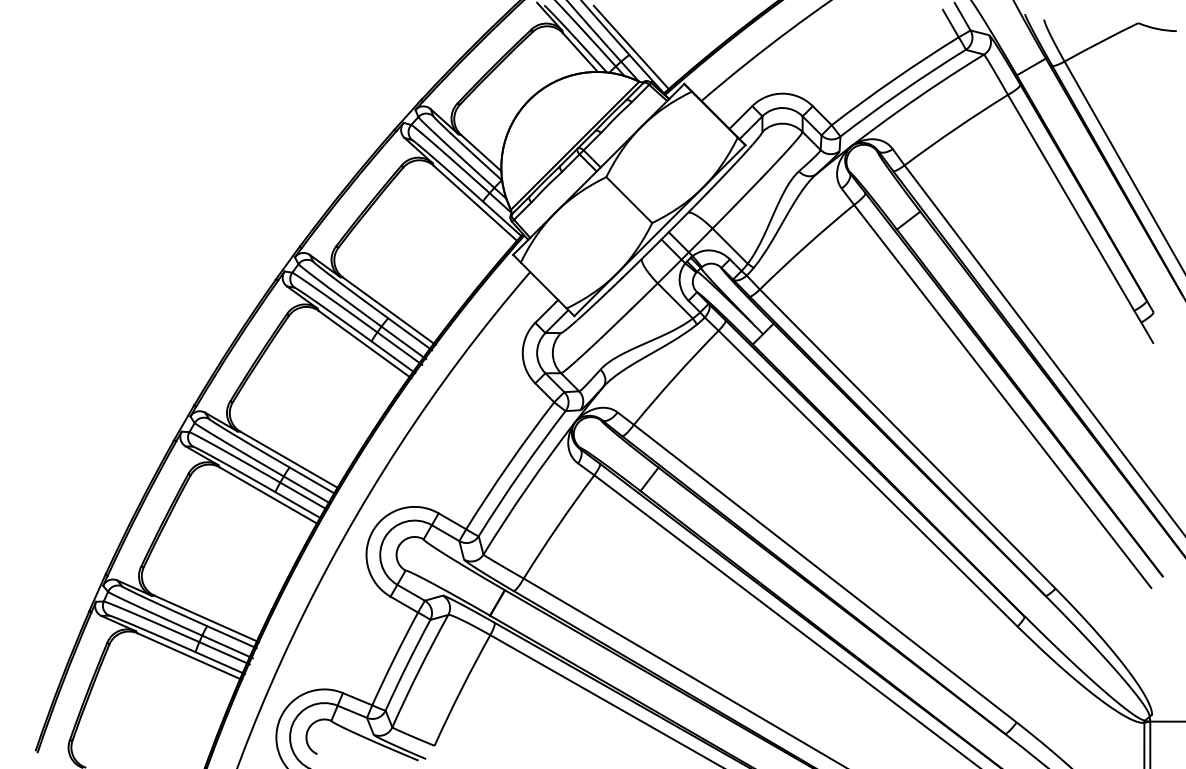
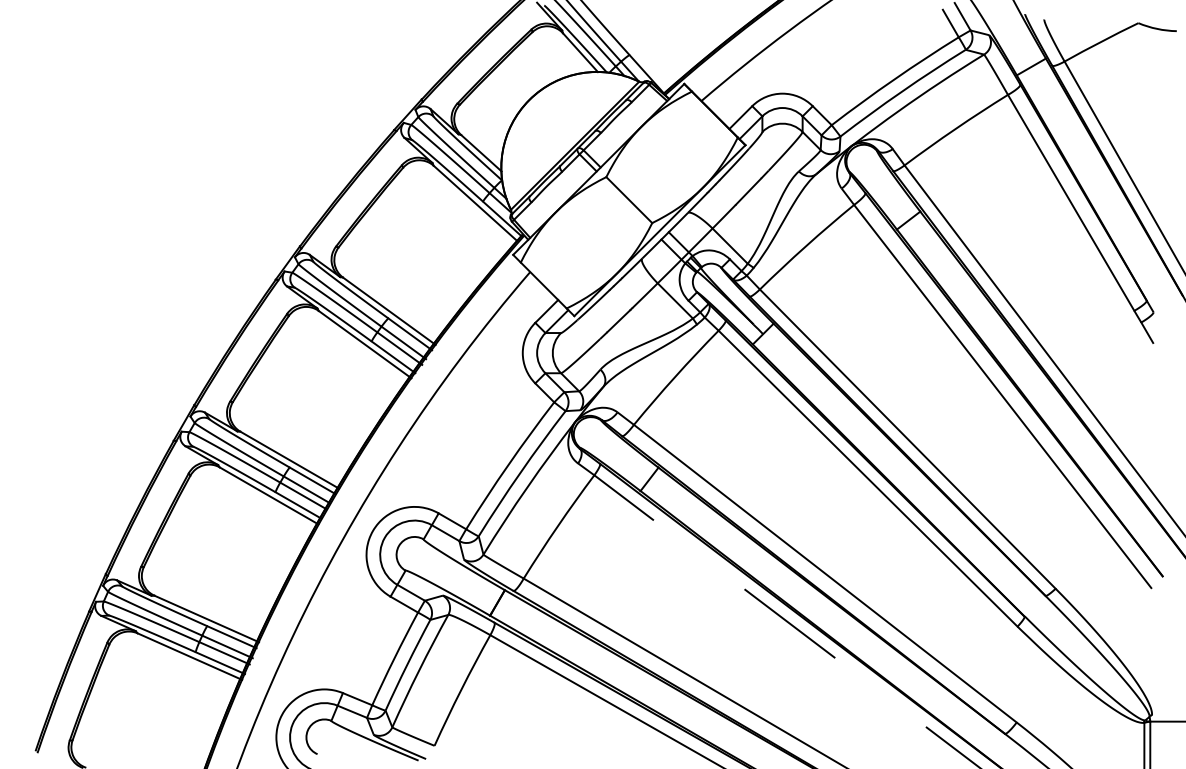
line at (630, 47): present -> none
line at (787, 621): solid -> dashed
